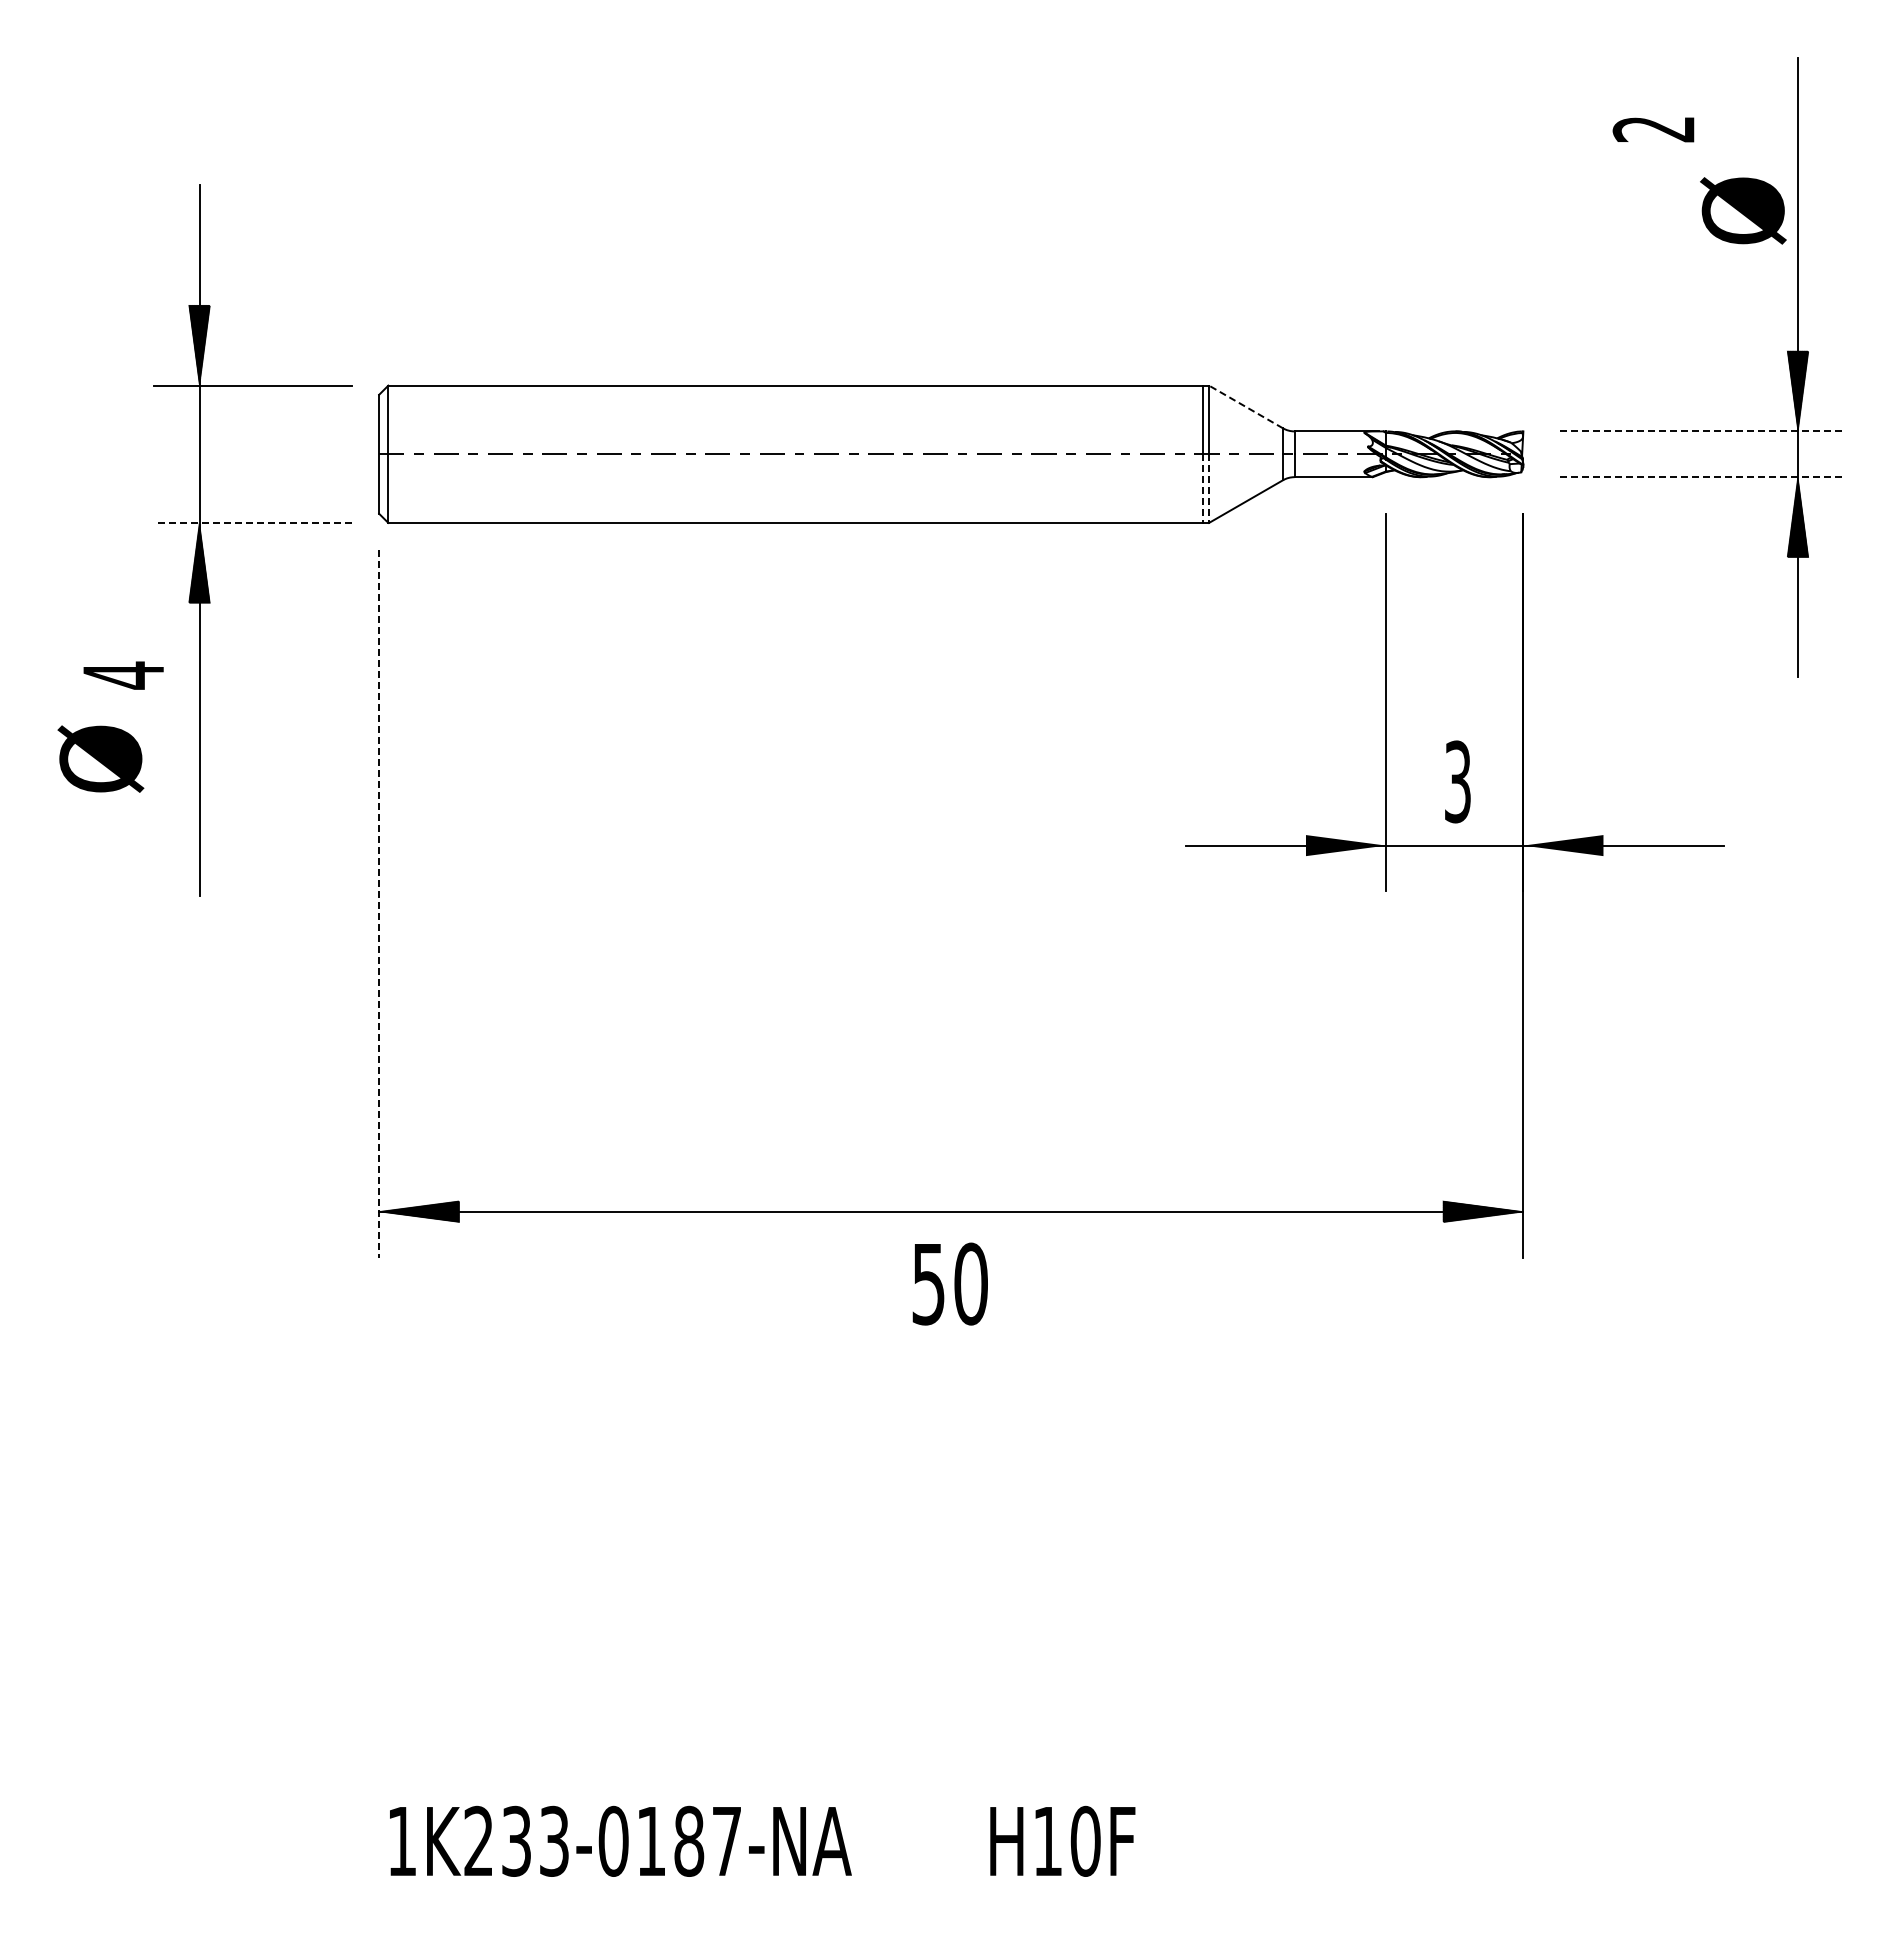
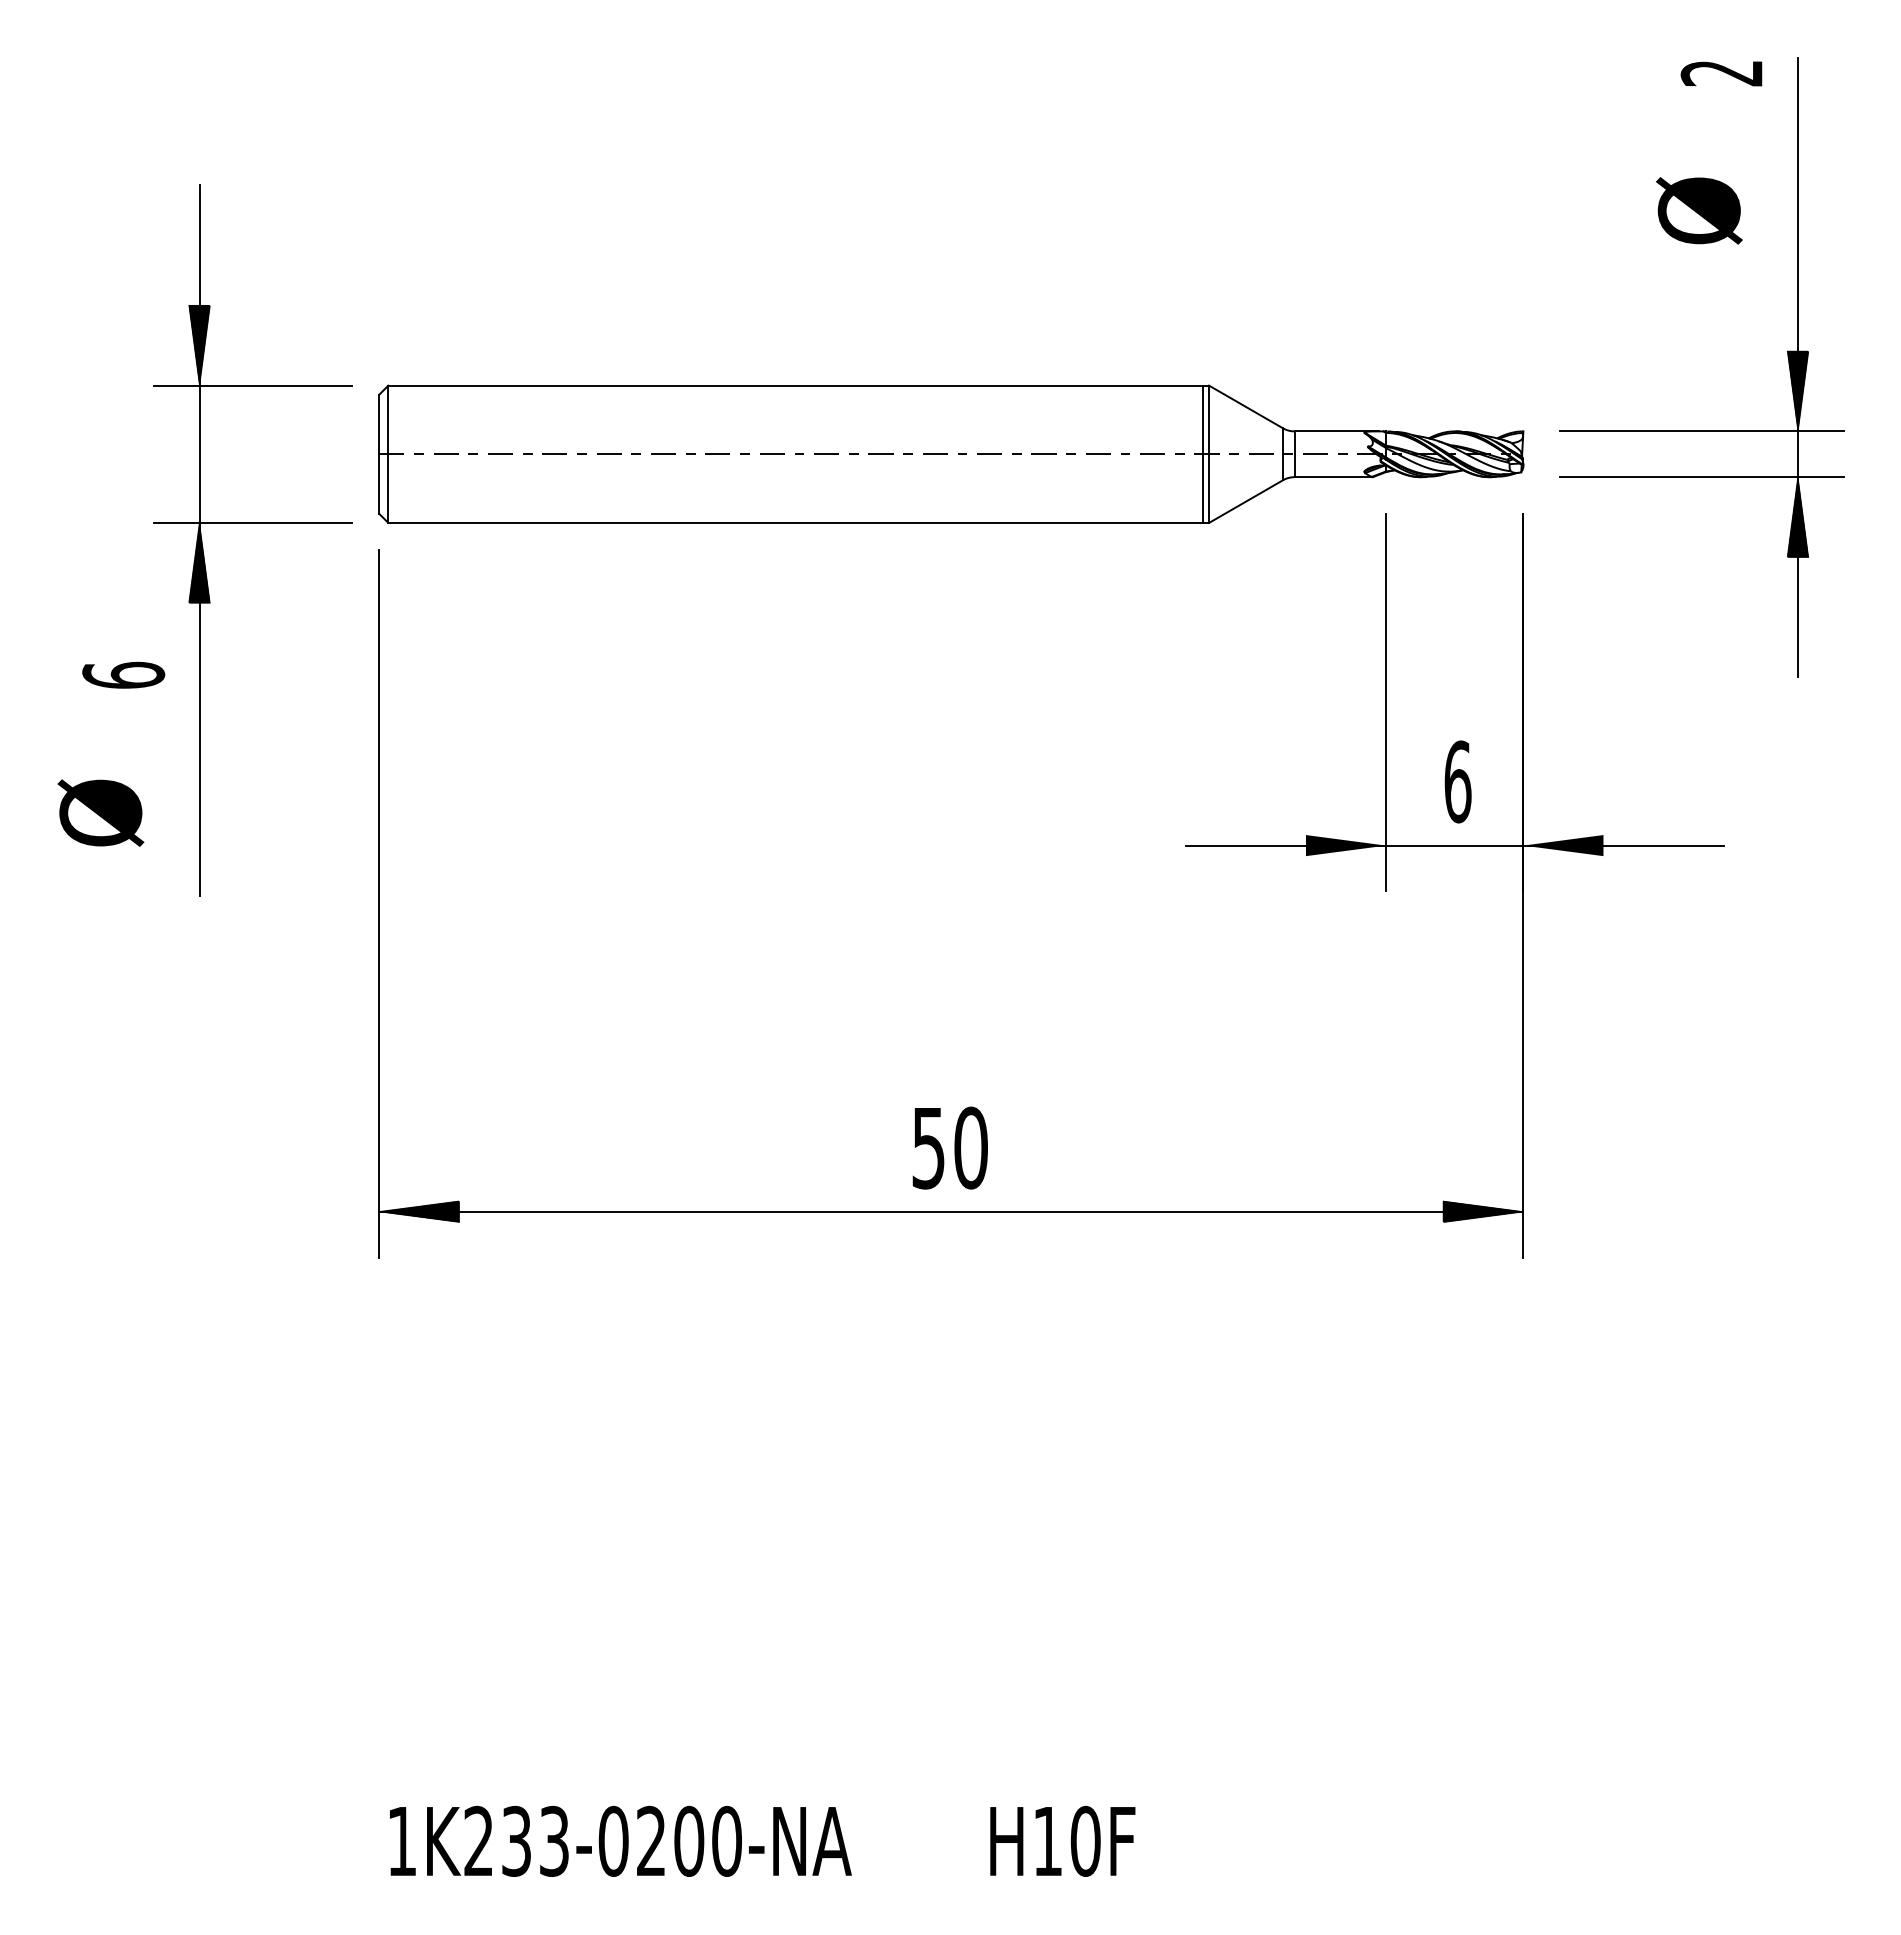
text at (1653, 129) position: (1653, 129) -> (1721, 73)
text at (1743, 210) position: (1743, 210) -> (1699, 210)
line at (1246, 406): dashed -> solid
line at (1702, 431): dashed -> solid
line at (1702, 477): dashed -> solid
line at (1203, 489): dashed -> solid
line at (1209, 489): dashed -> solid
line at (252, 522): dashed -> solid
text at (123, 675): 4 -> 6
text at (100, 758) position: (100, 758) -> (100, 812)
text at (1457, 781): 3 -> 6
line at (379, 903): dashed -> solid
text at (949, 1283) position: (949, 1283) -> (949, 1147)
text at (689, 1840): 1K233-0187-NA -> 1K233-0200-NA
